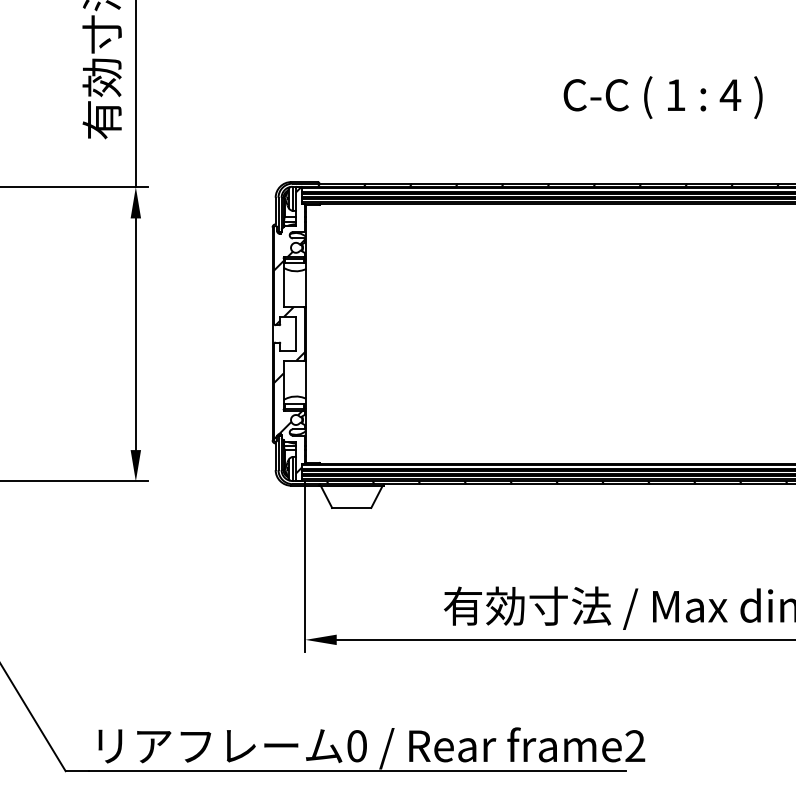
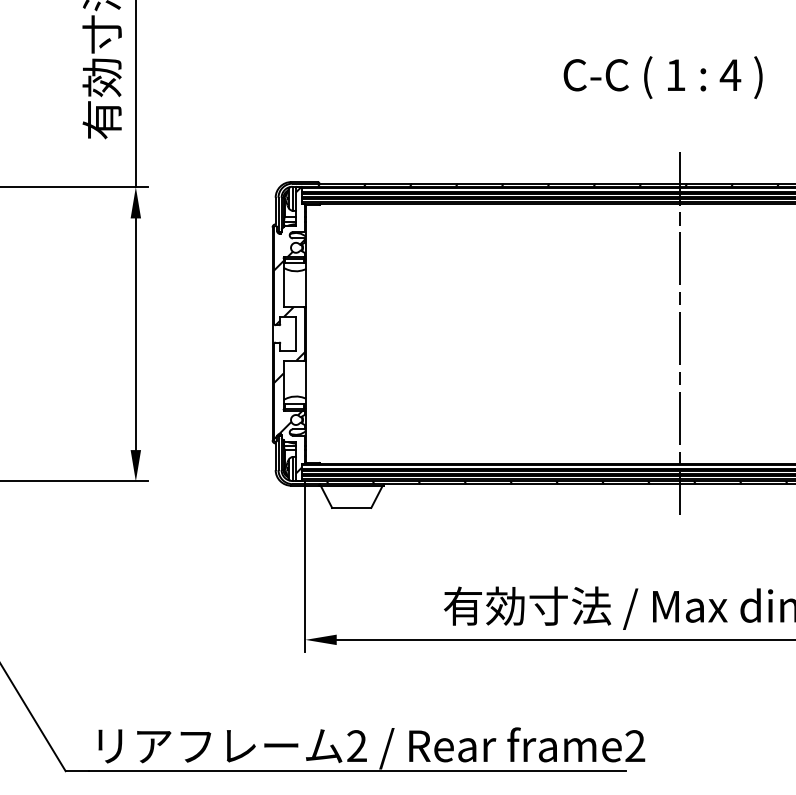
text at (662, 97) position: (662, 97) -> (662, 77)
line at (679, 333): none -> present
text at (356, 746): 0 -> 2
